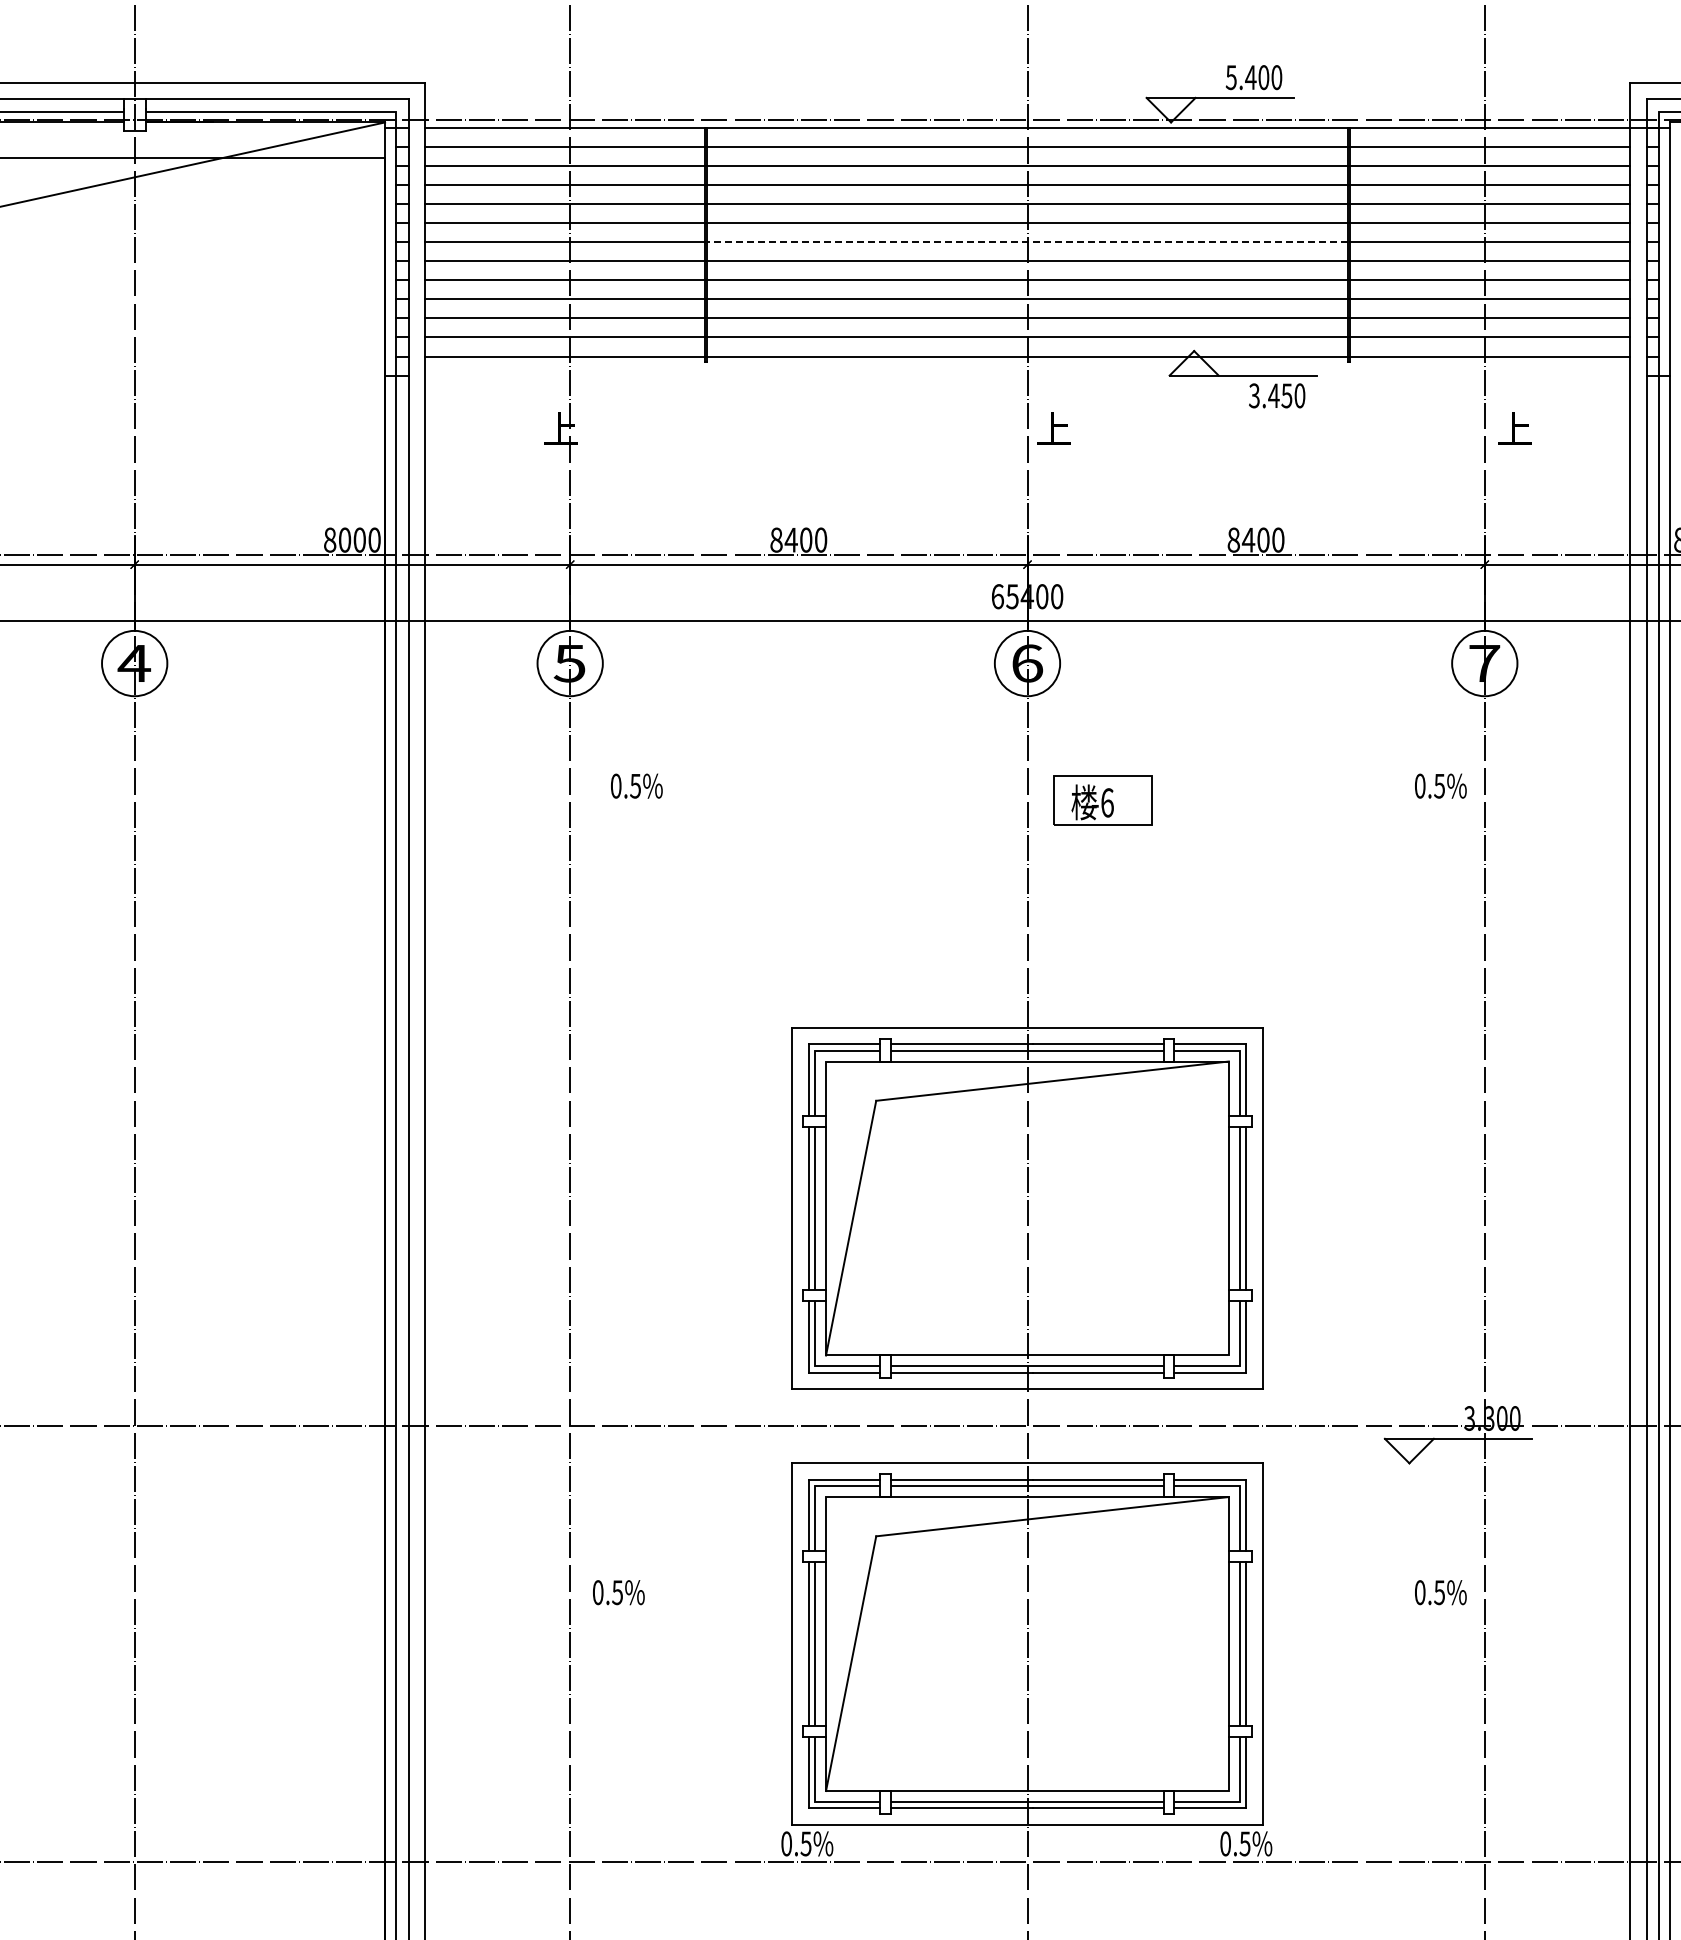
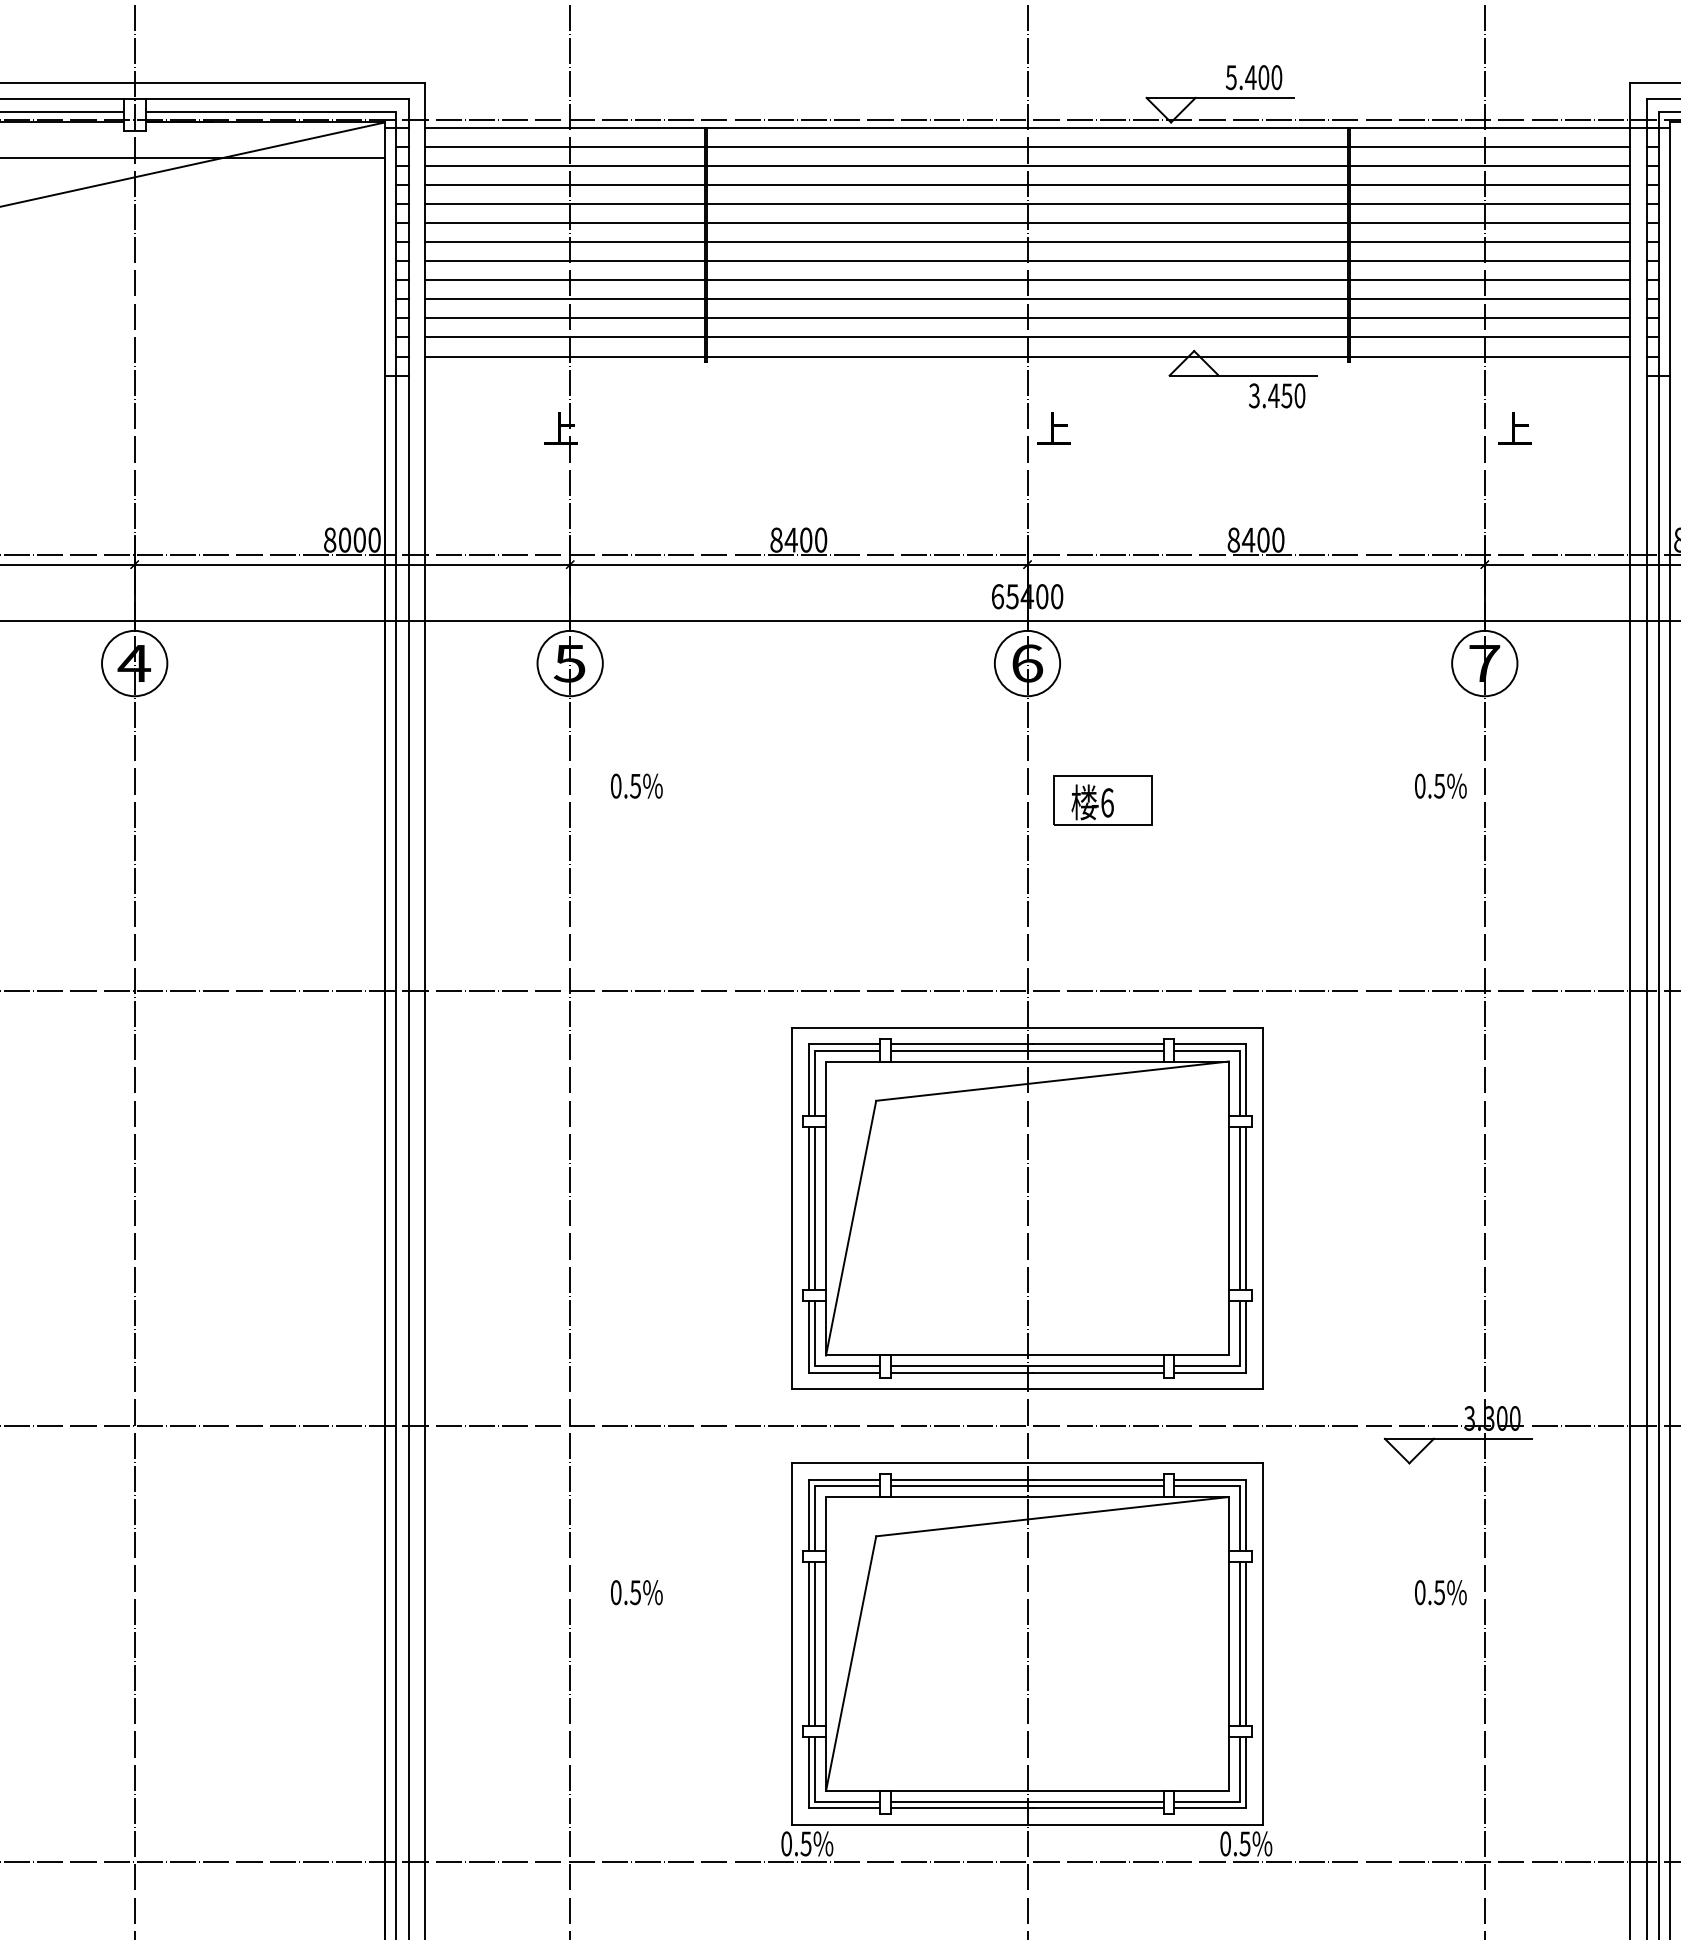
line at (1027, 242): dashed -> solid
line at (839, 990): none -> present
text at (618, 1592) position: (618, 1592) -> (636, 1592)
